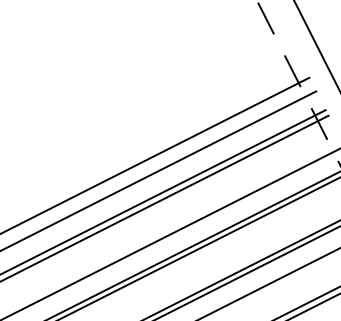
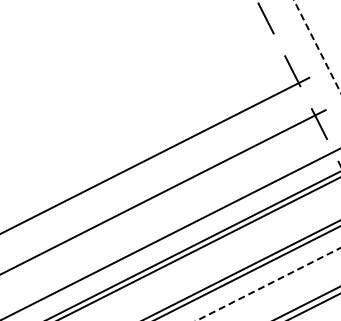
line at (317, 46): solid -> dashed
line at (159, 170): present -> none
line at (165, 197): present -> none
line at (268, 284): solid -> dashed
